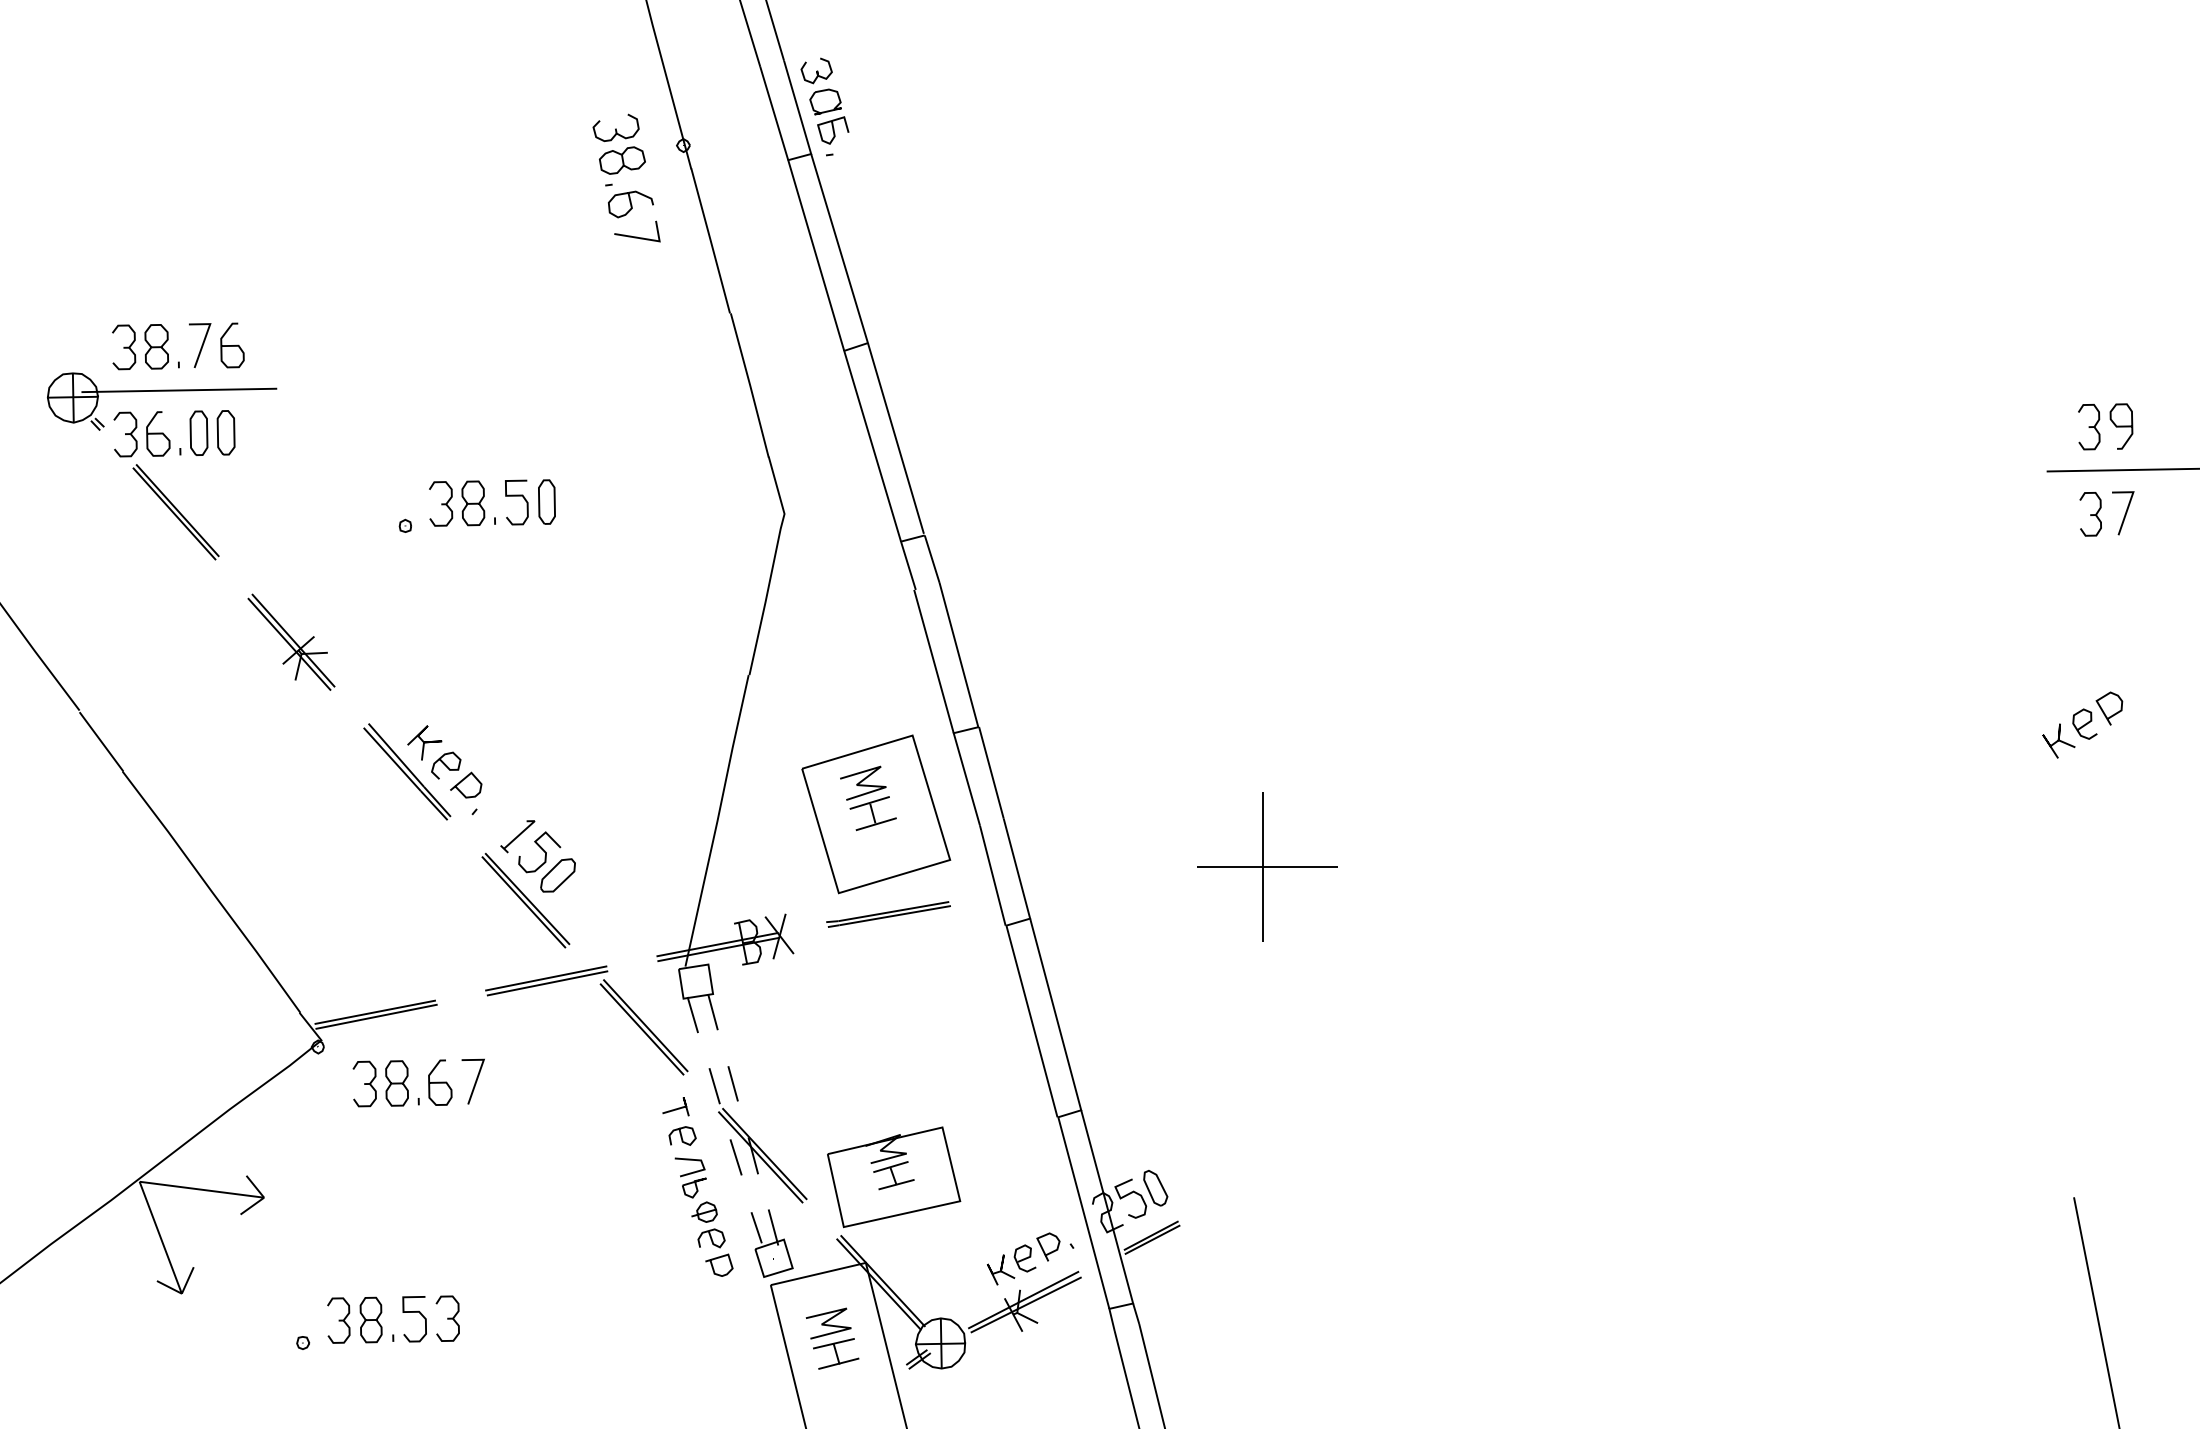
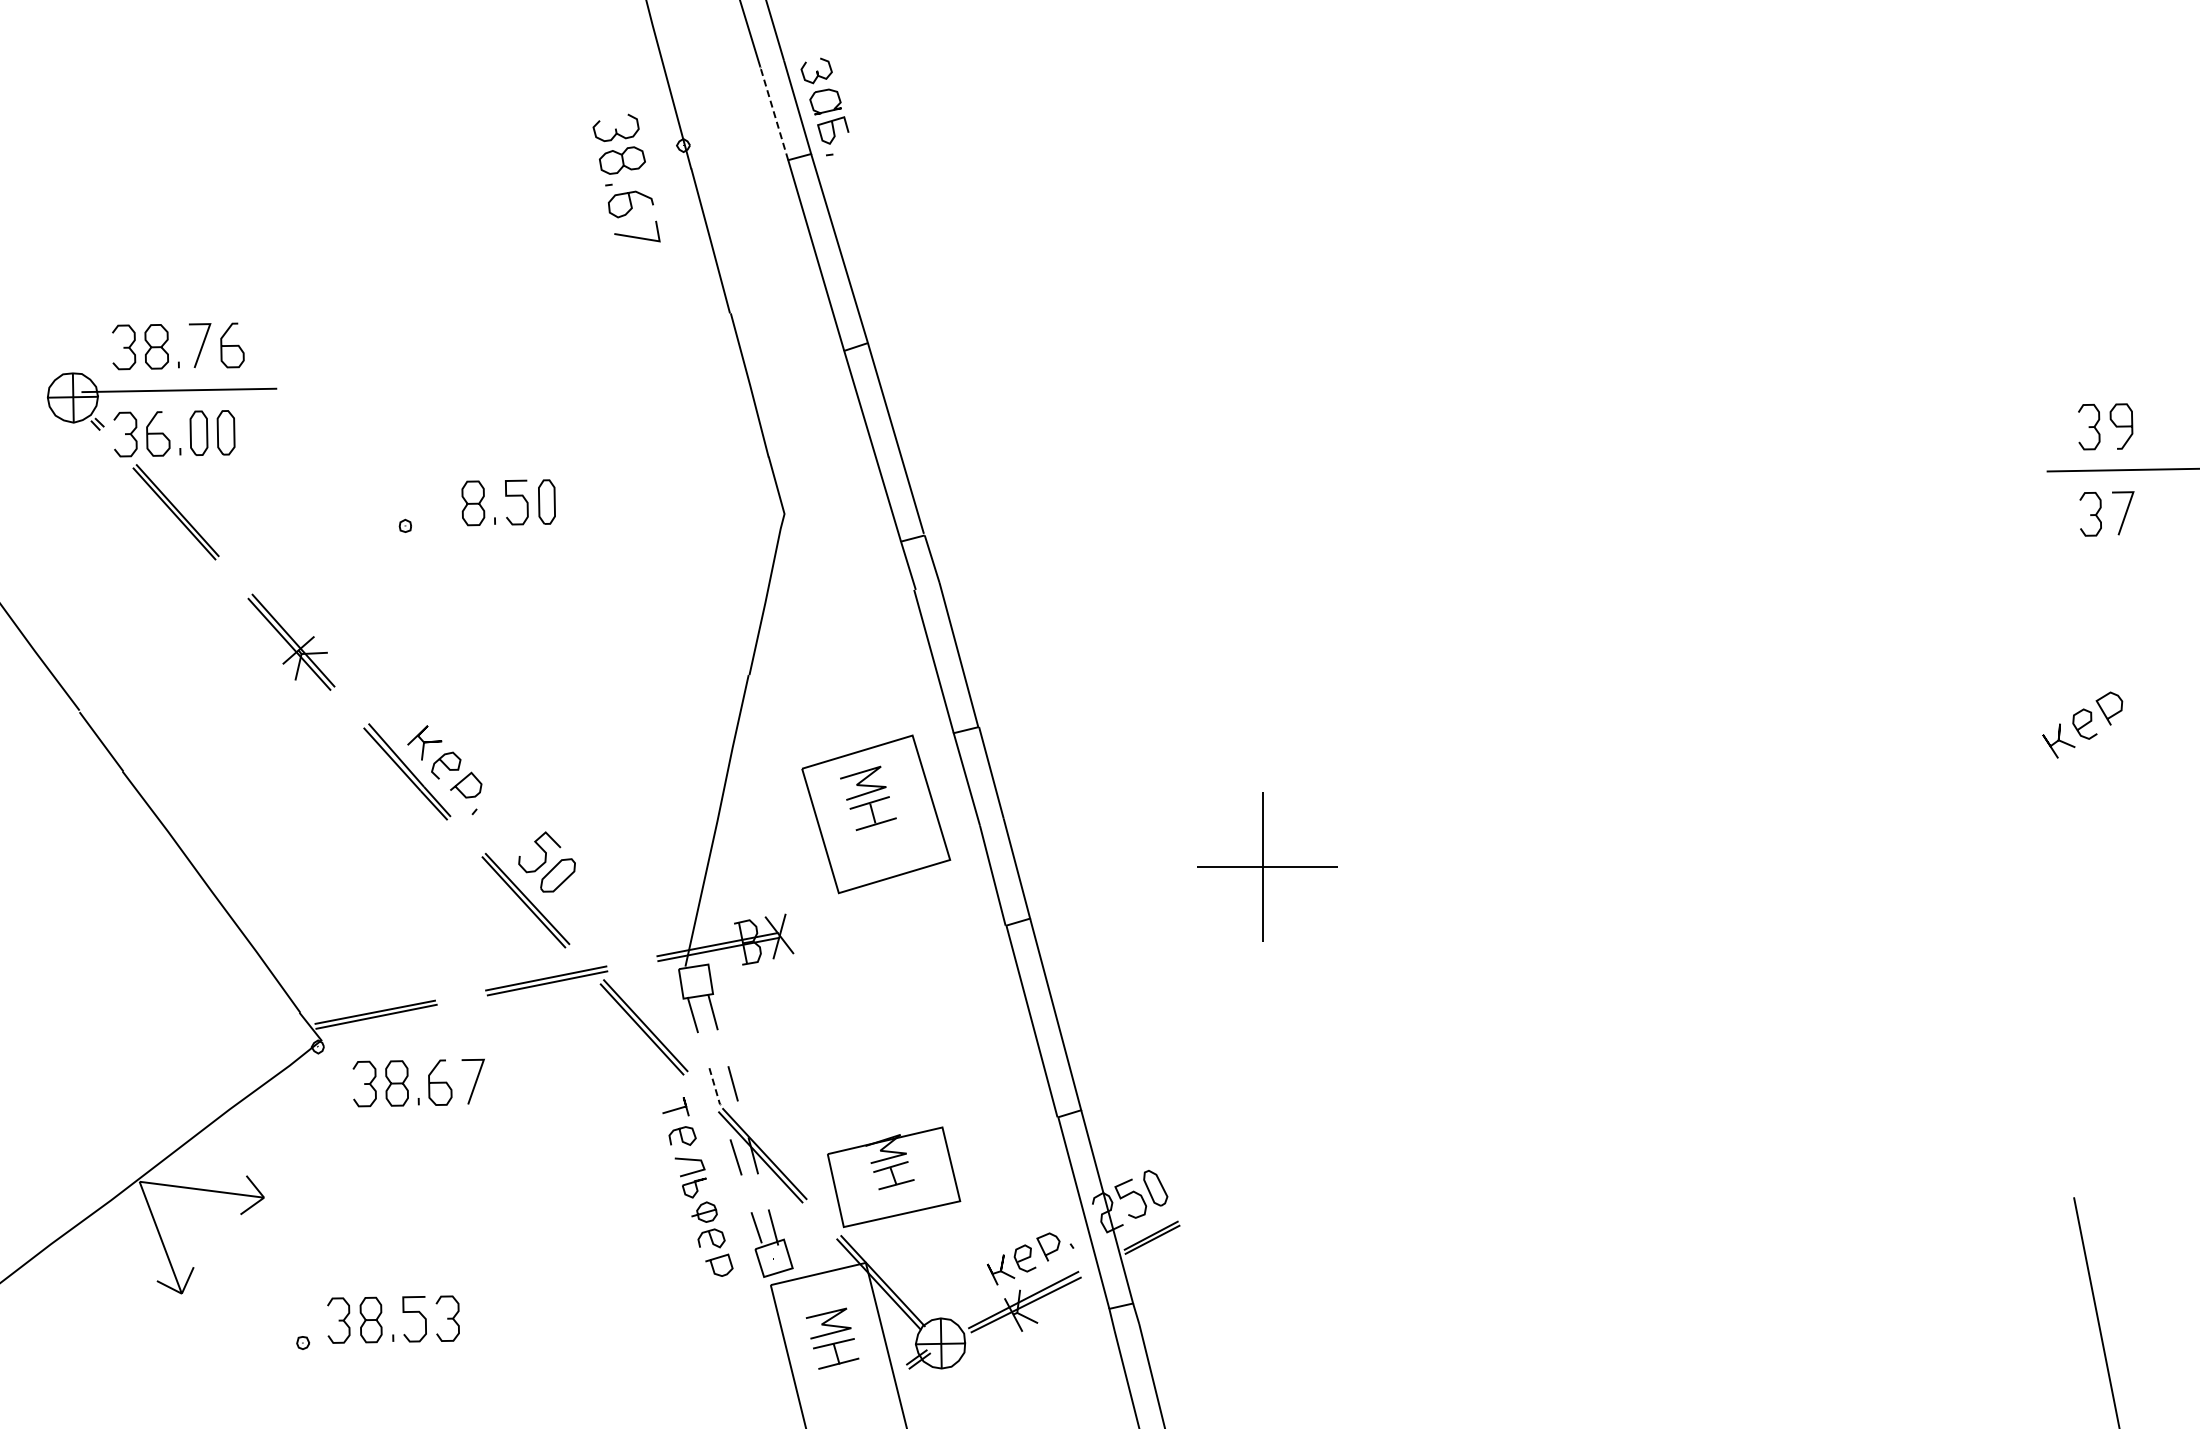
line at (773, 112): solid -> dashed
part at (441, 503): present -> none
part at (517, 836): present -> none
part at (888, 914): present -> none
line at (714, 1087): solid -> dashed
